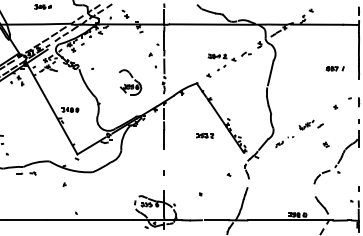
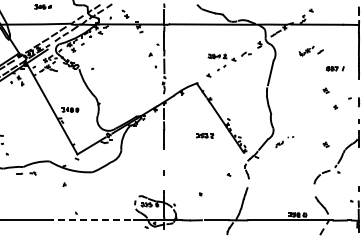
part at (130, 82): present -> none
part at (325, 90): none -> present
part at (310, 124) position: (310, 124) -> (310, 50)
line at (90, 220): solid -> dashed
